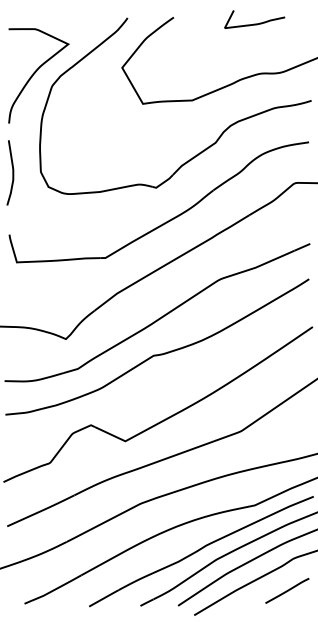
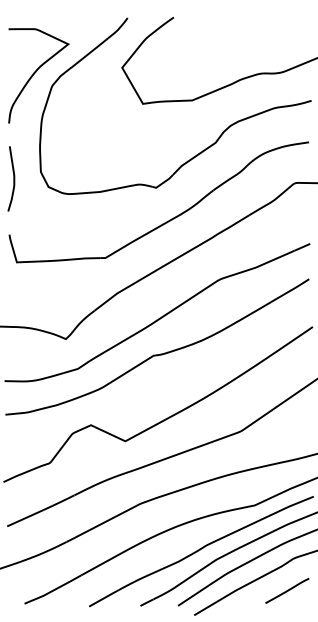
curve at (254, 23): present -> none
curve at (12, 172) position: (12, 172) -> (13, 178)
